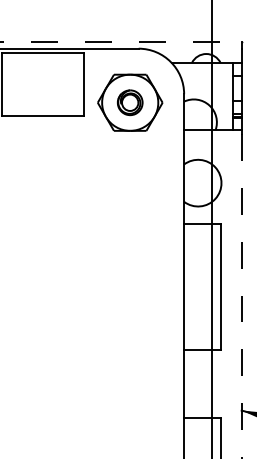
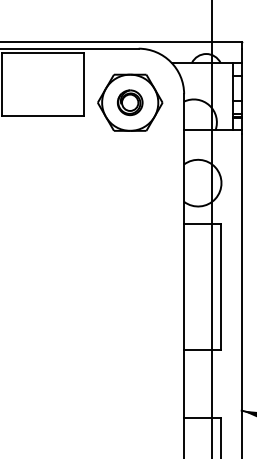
line at (120, 41): dashed -> solid
line at (241, 296): dashed -> solid
